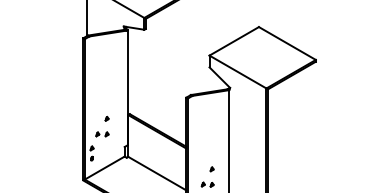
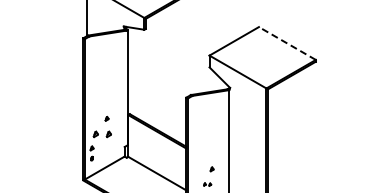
line at (287, 43): solid -> dashed
part at (102, 134) size: 15x7 px -> 20x9 px
part at (207, 184) size: 15x7 px -> 10x5 px
